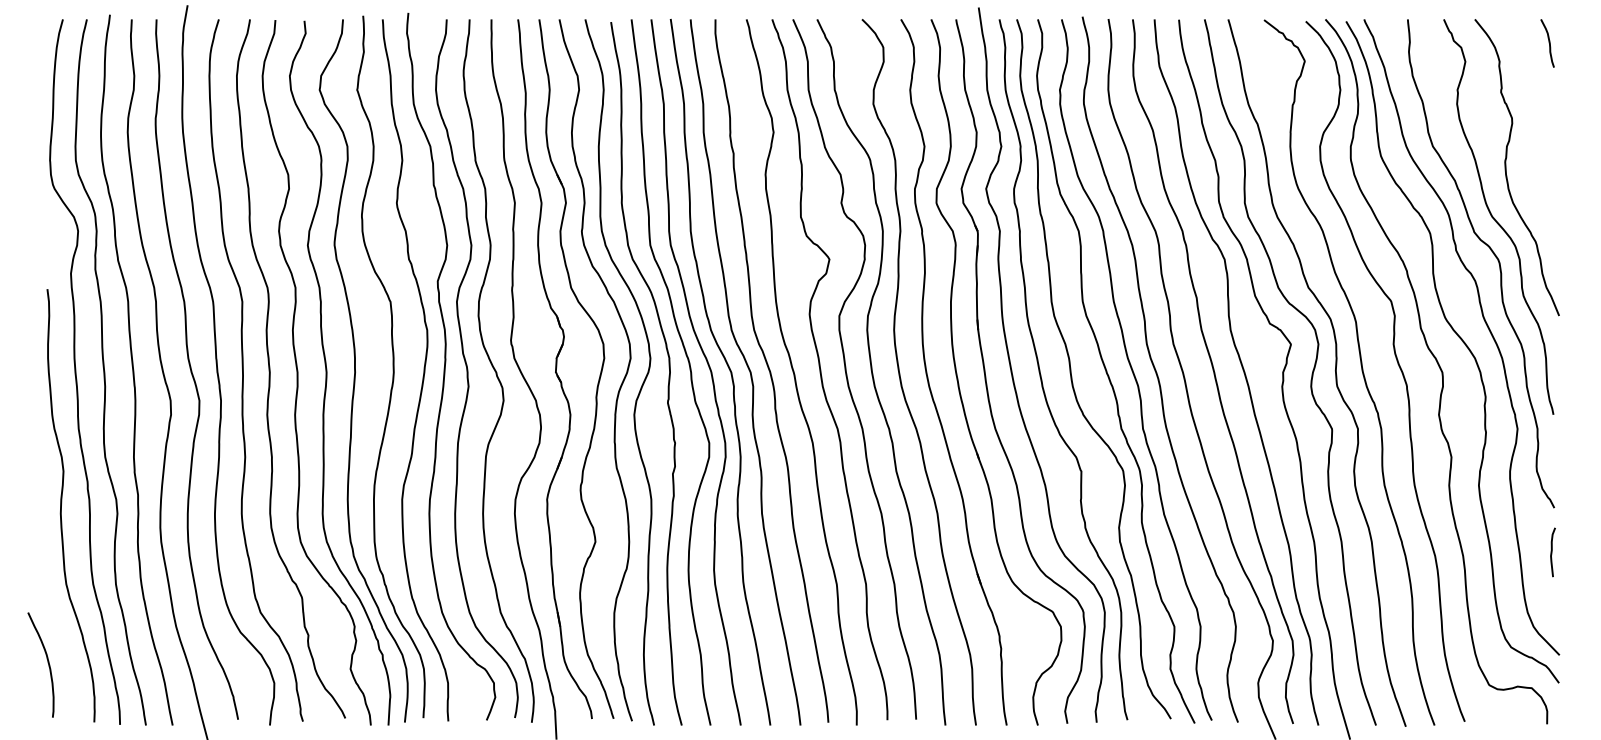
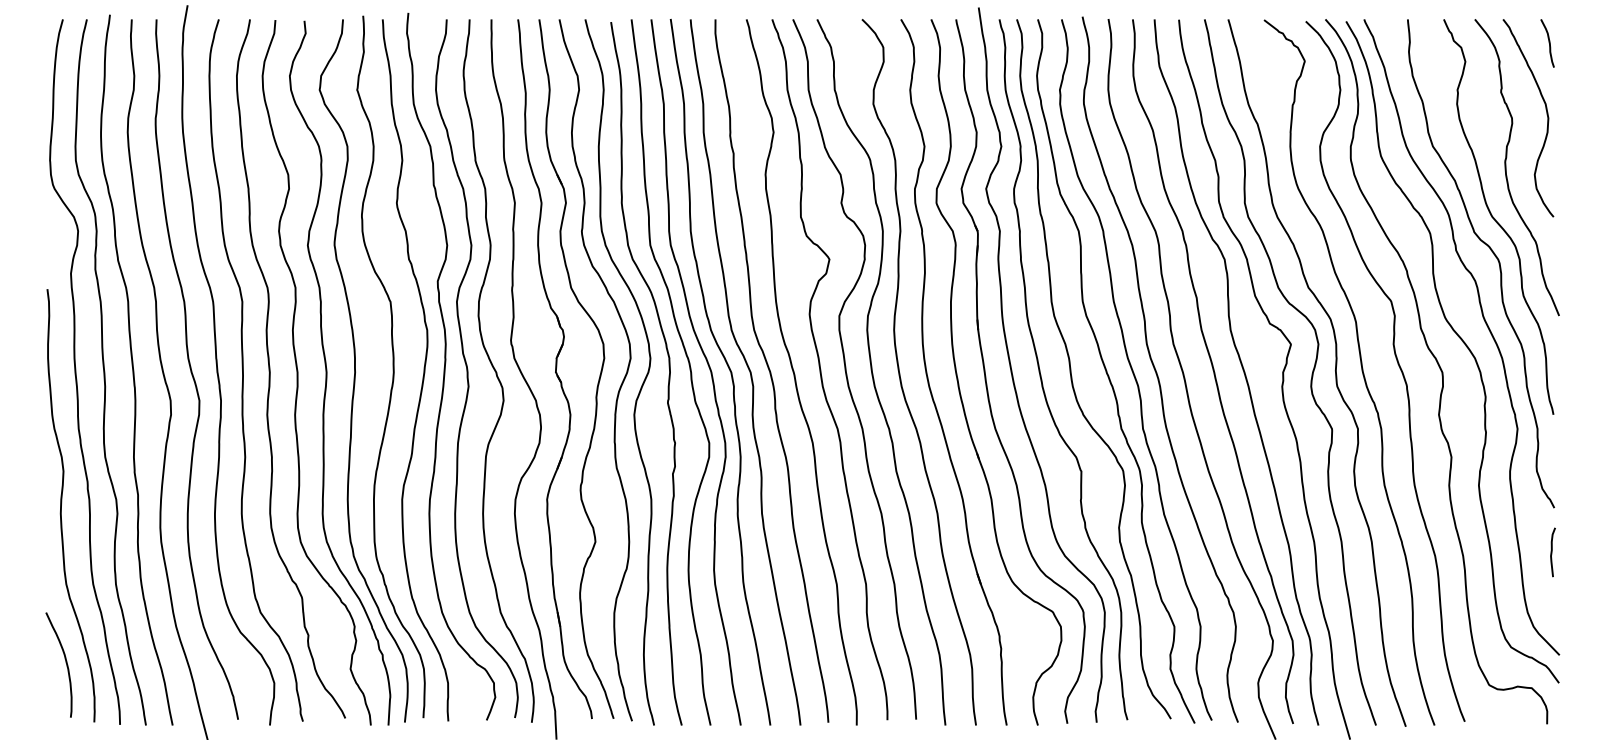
curve at (1546, 114): none -> present
curve at (47, 662) position: (47, 662) -> (65, 662)
